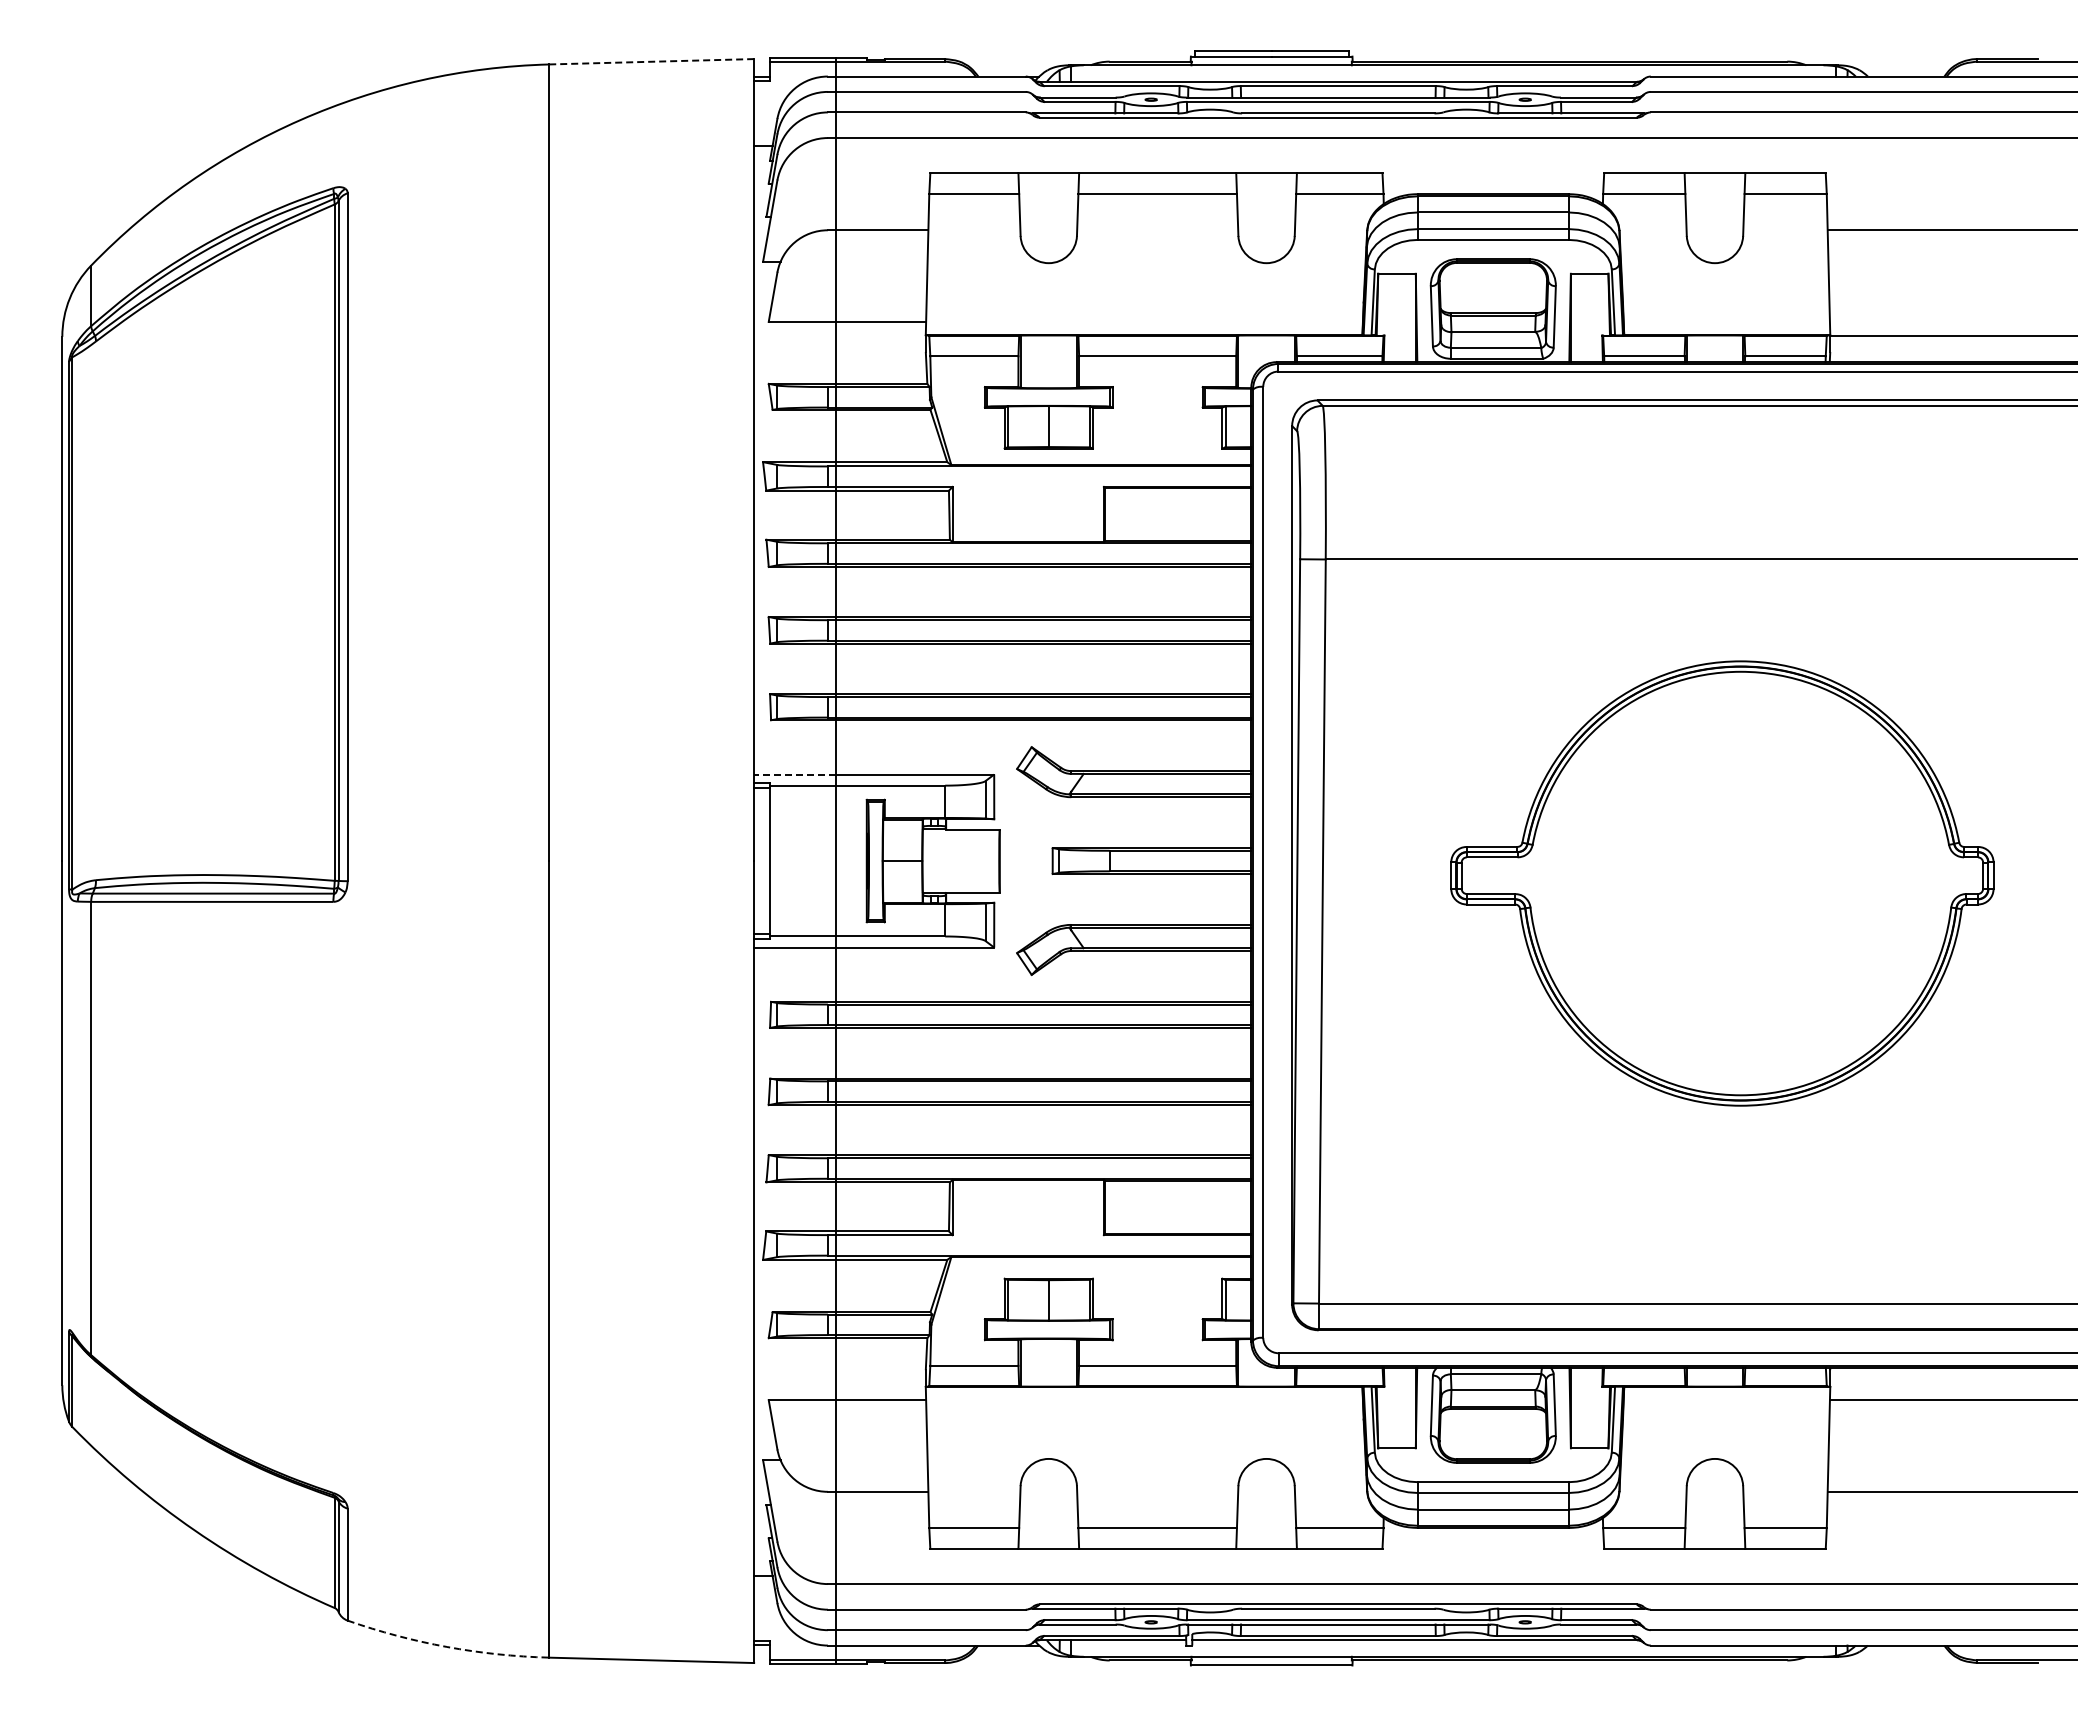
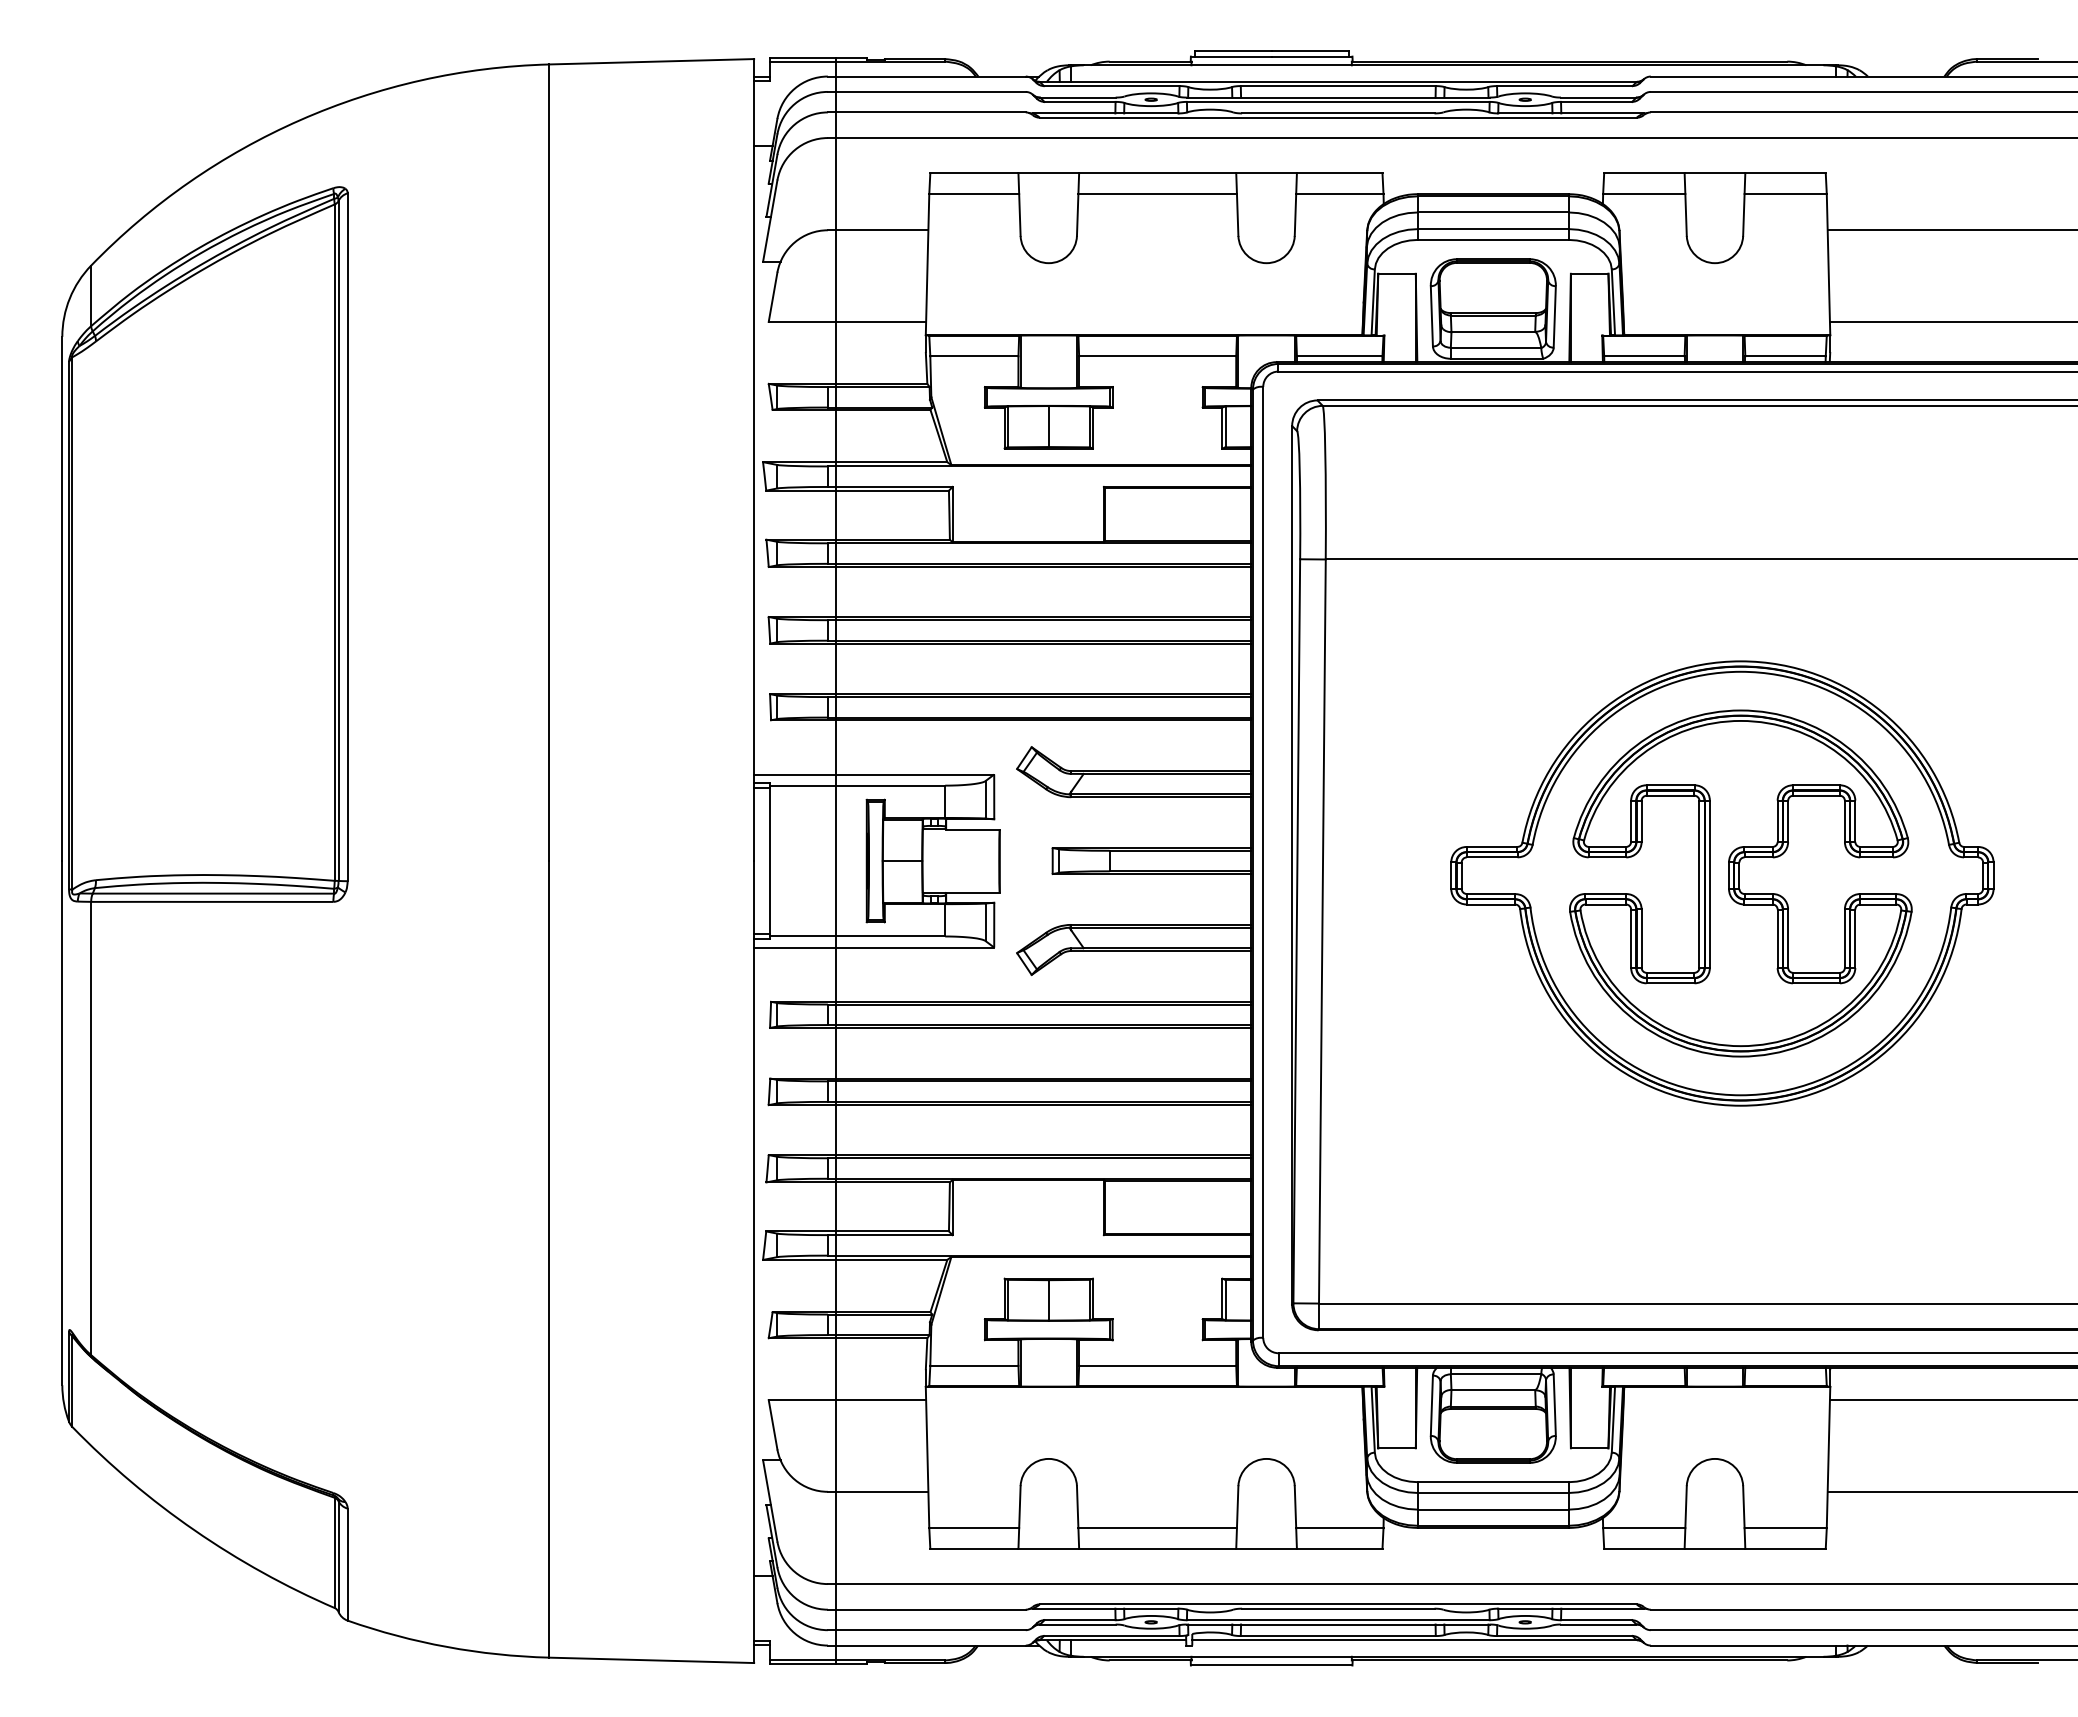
line at (651, 61): dashed -> solid
line at (1951, 335) position: (1951, 335) -> (1951, 321)
line at (795, 774): dashed -> solid
part at (1740, 883): none -> present
arc at (446, 1646): dashed -> solid
